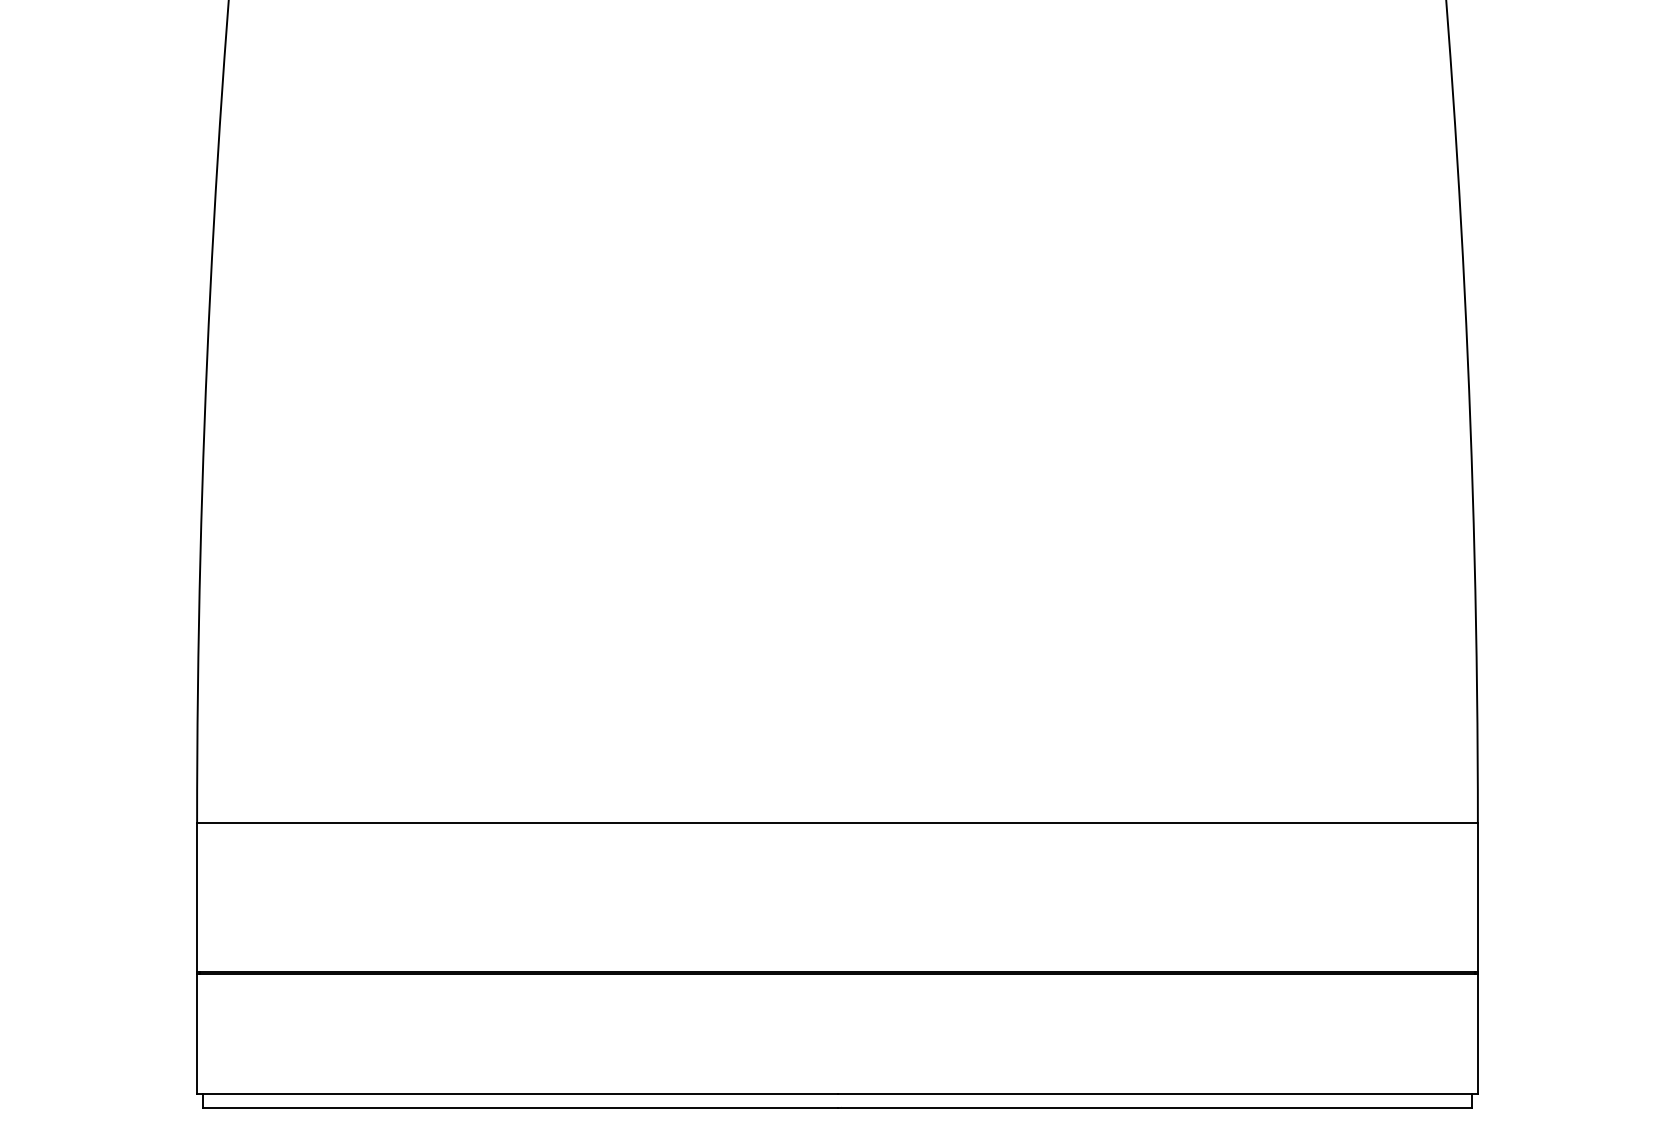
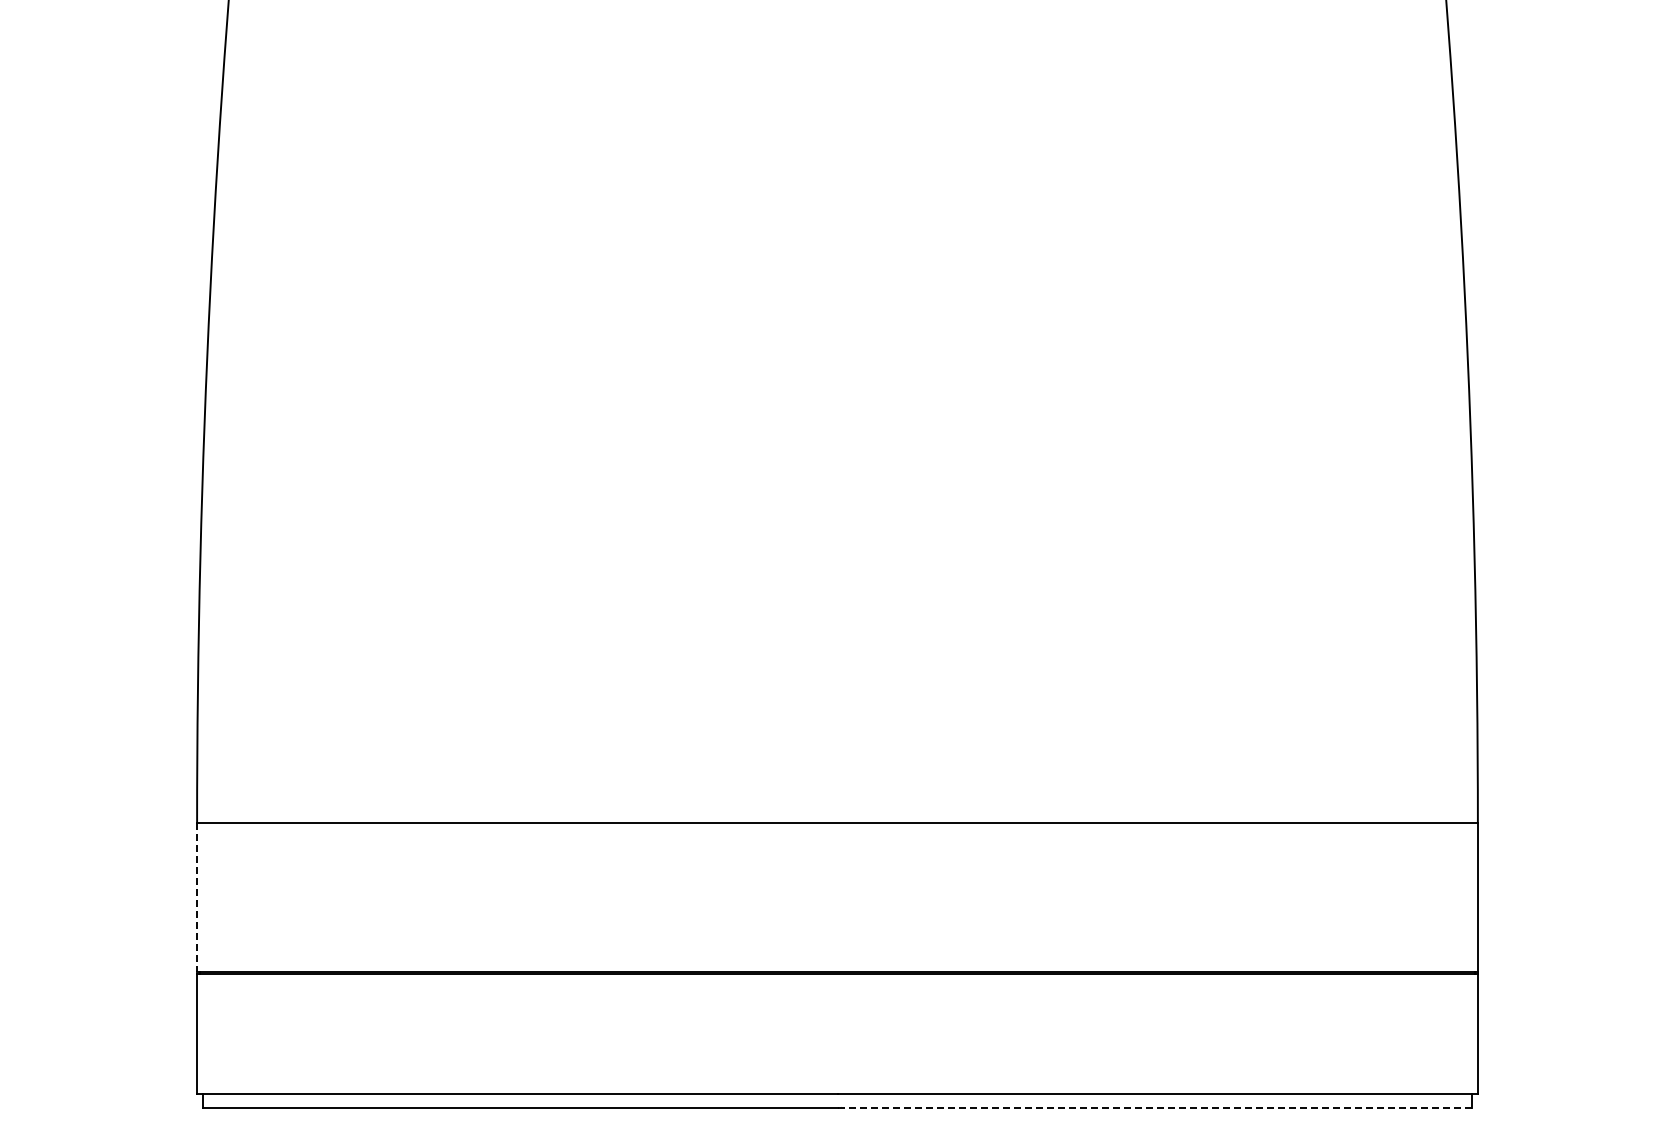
line at (197, 898): solid -> dashed
line at (1155, 1107): solid -> dashed
